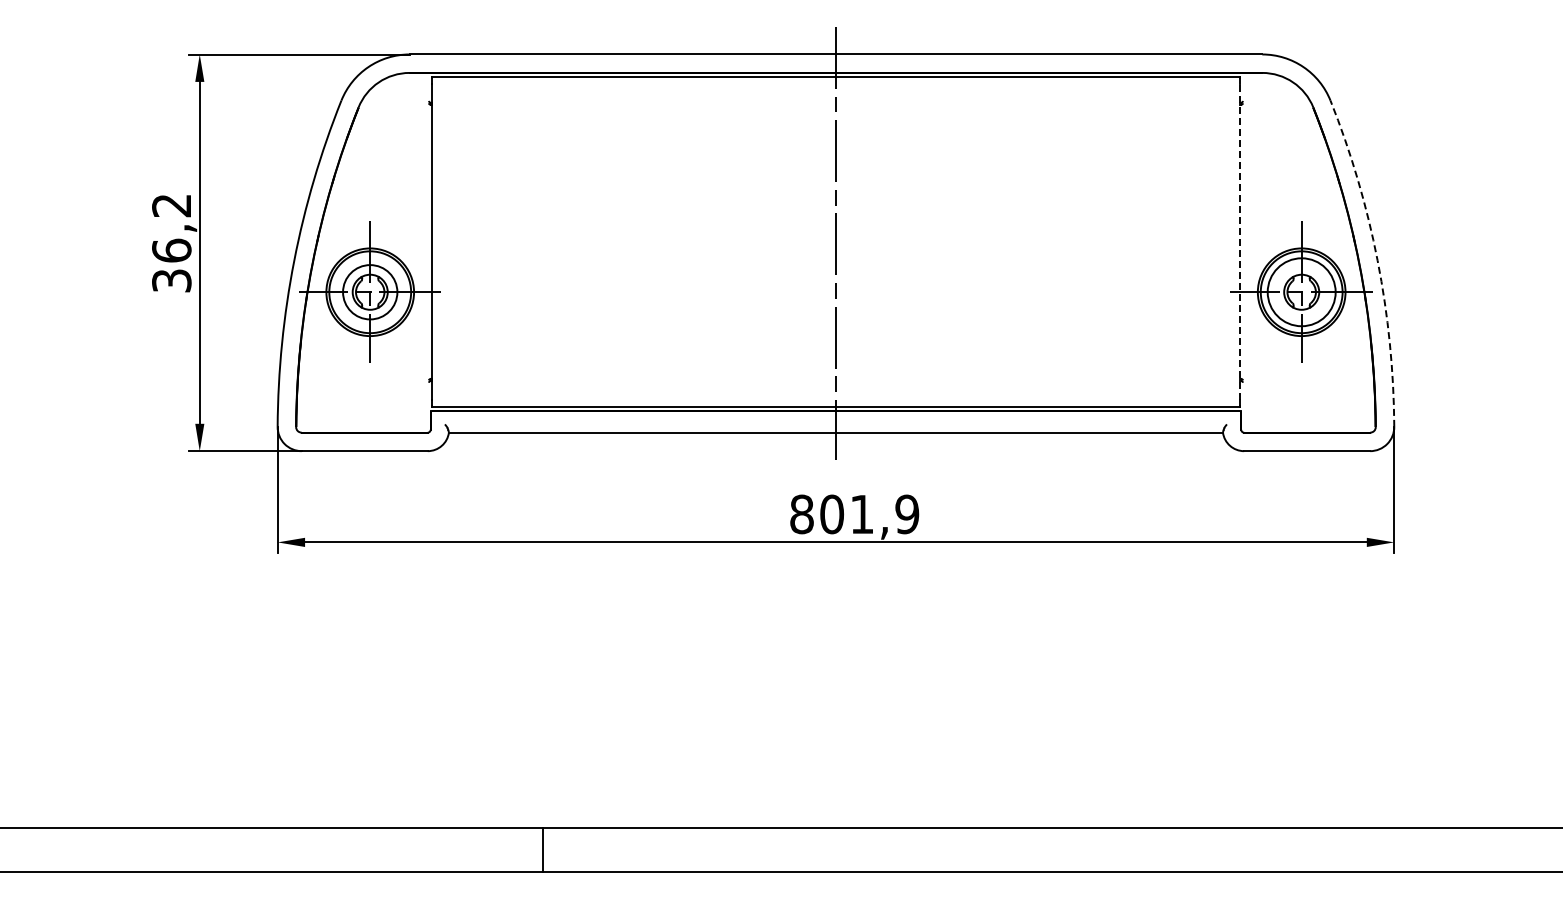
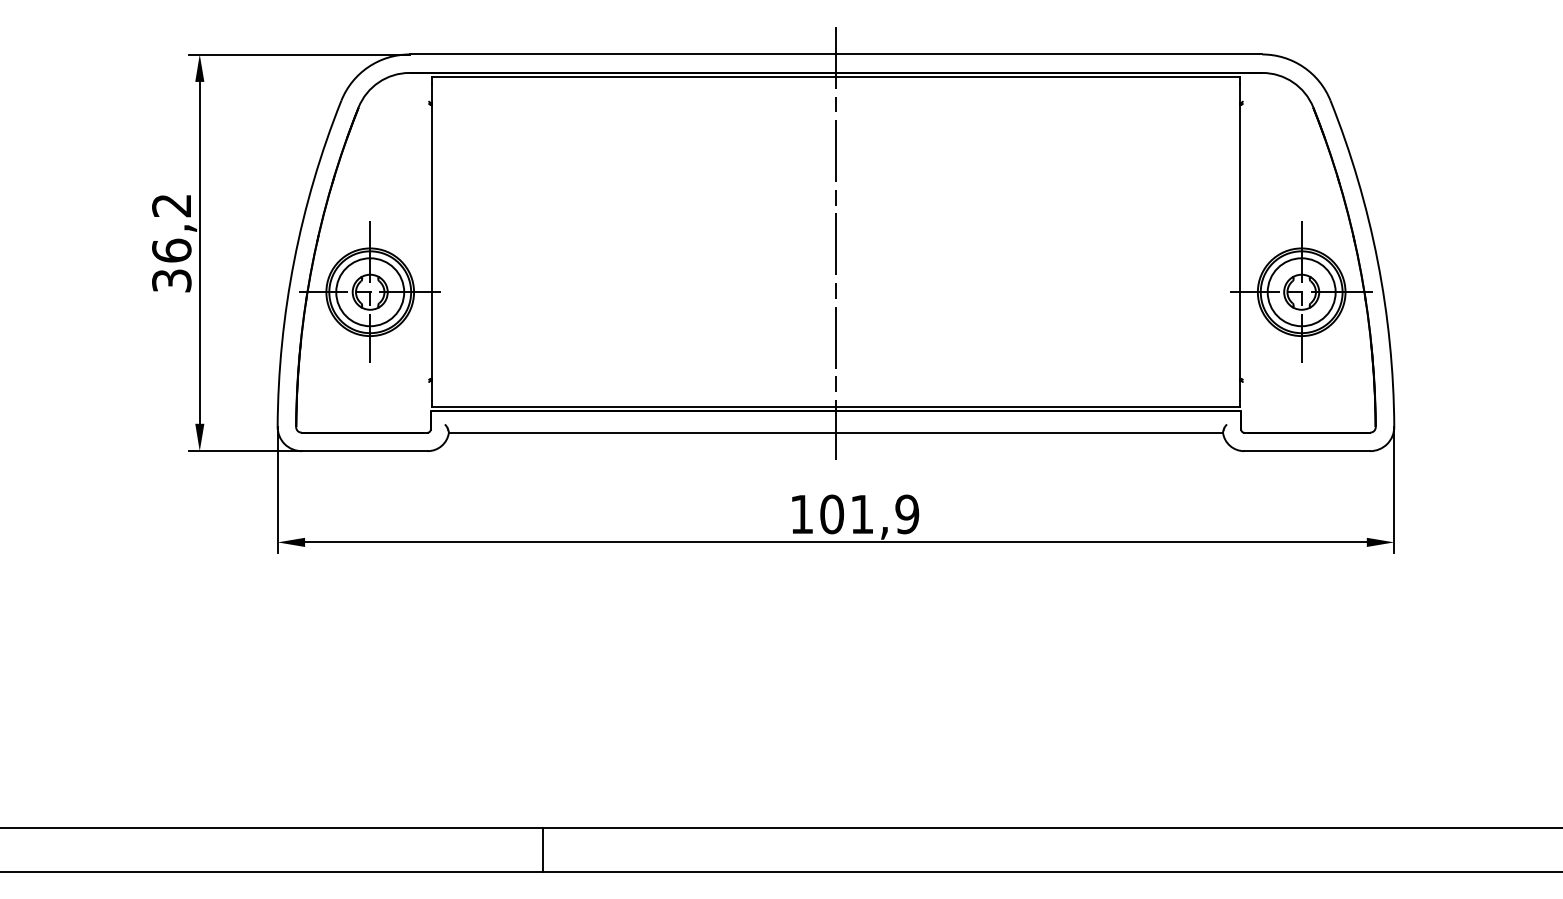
line at (1239, 241): dashed -> solid
arc at (1377, 260): dashed -> solid
circle at (370, 292) diameter: 54 px -> 68 px
text at (801, 514): 801,9 -> 101,9
